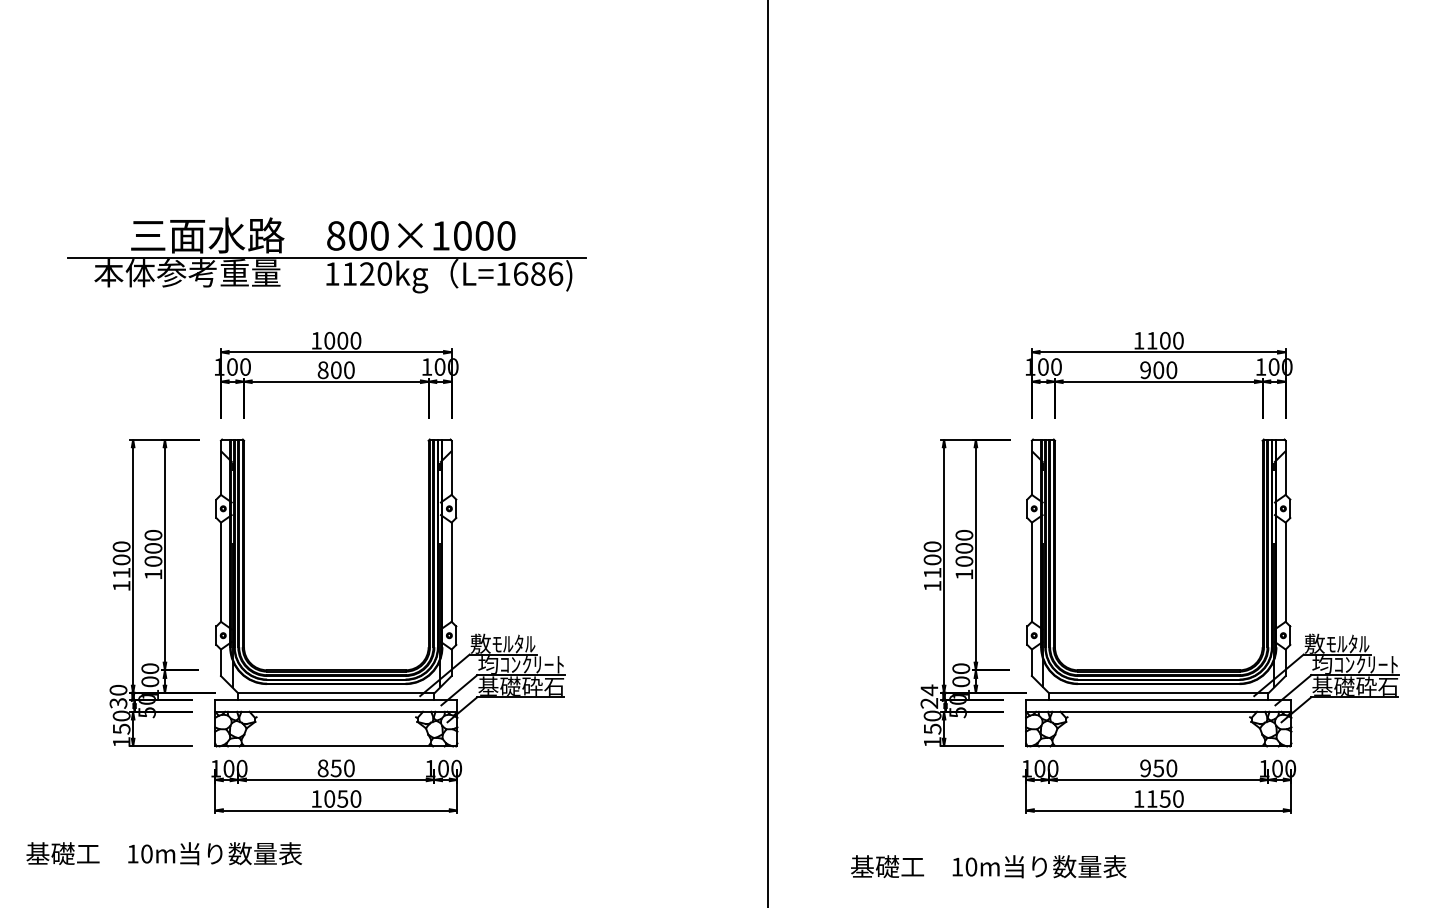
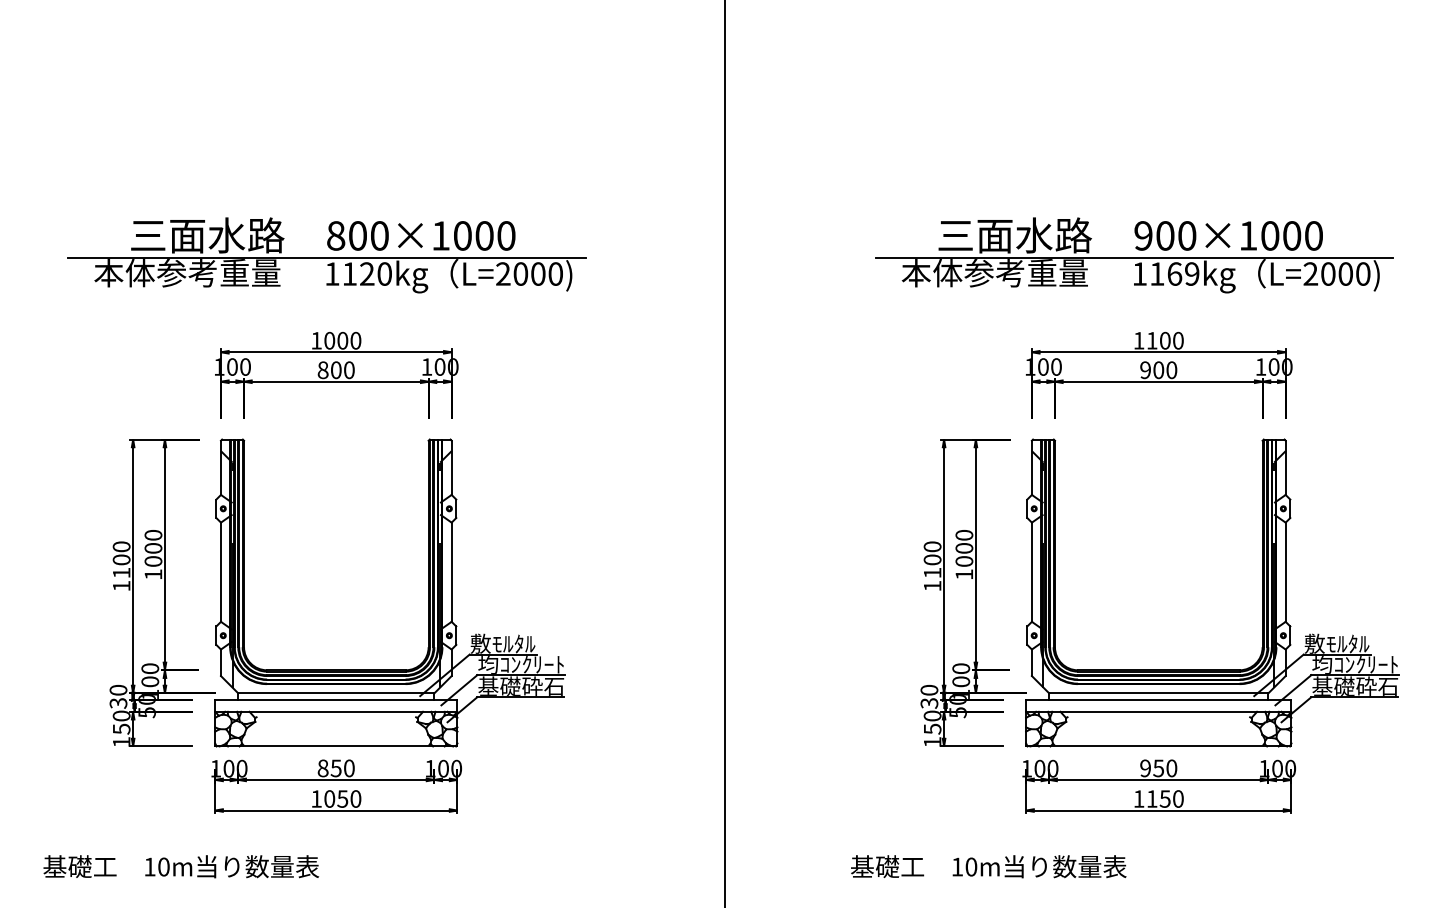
part at (1134, 255): none -> present
text at (529, 273): L=1686) -> L=2000)
line at (768, 453) position: (768, 453) -> (725, 453)
text at (929, 696): 24 -> 30
text at (164, 853) position: (164, 853) -> (181, 866)
